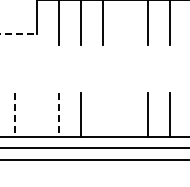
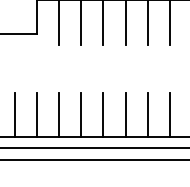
line at (125, 23): none -> present
line at (18, 33): dashed -> solid
line at (36, 114): none -> present
line at (103, 114): none -> present
line at (125, 114): none -> present
line at (14, 115): dashed -> solid
line at (59, 115): dashed -> solid
